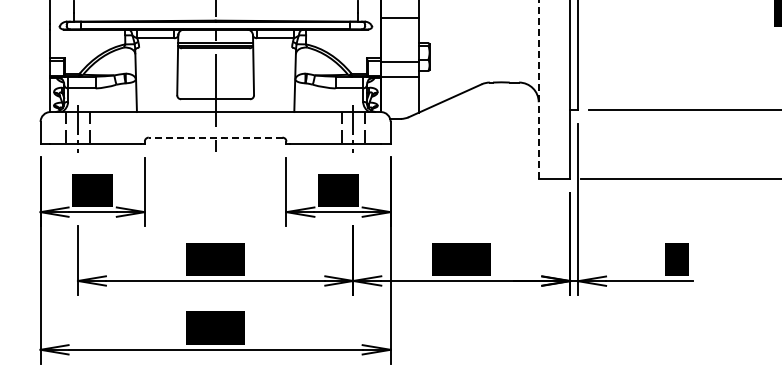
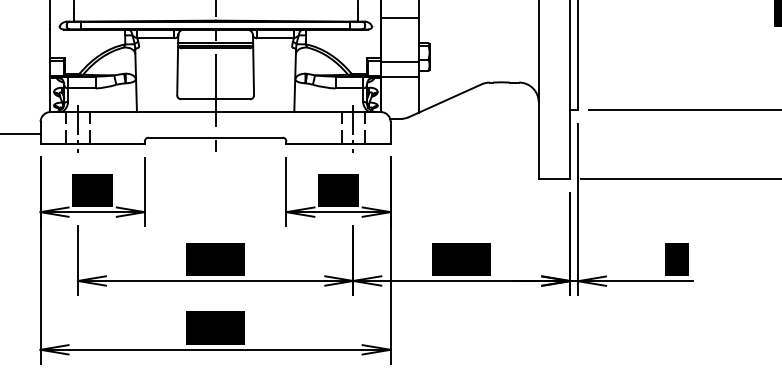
line at (538, 89): dashed -> solid
line at (21, 133): none -> present
line at (215, 137): dashed -> solid
